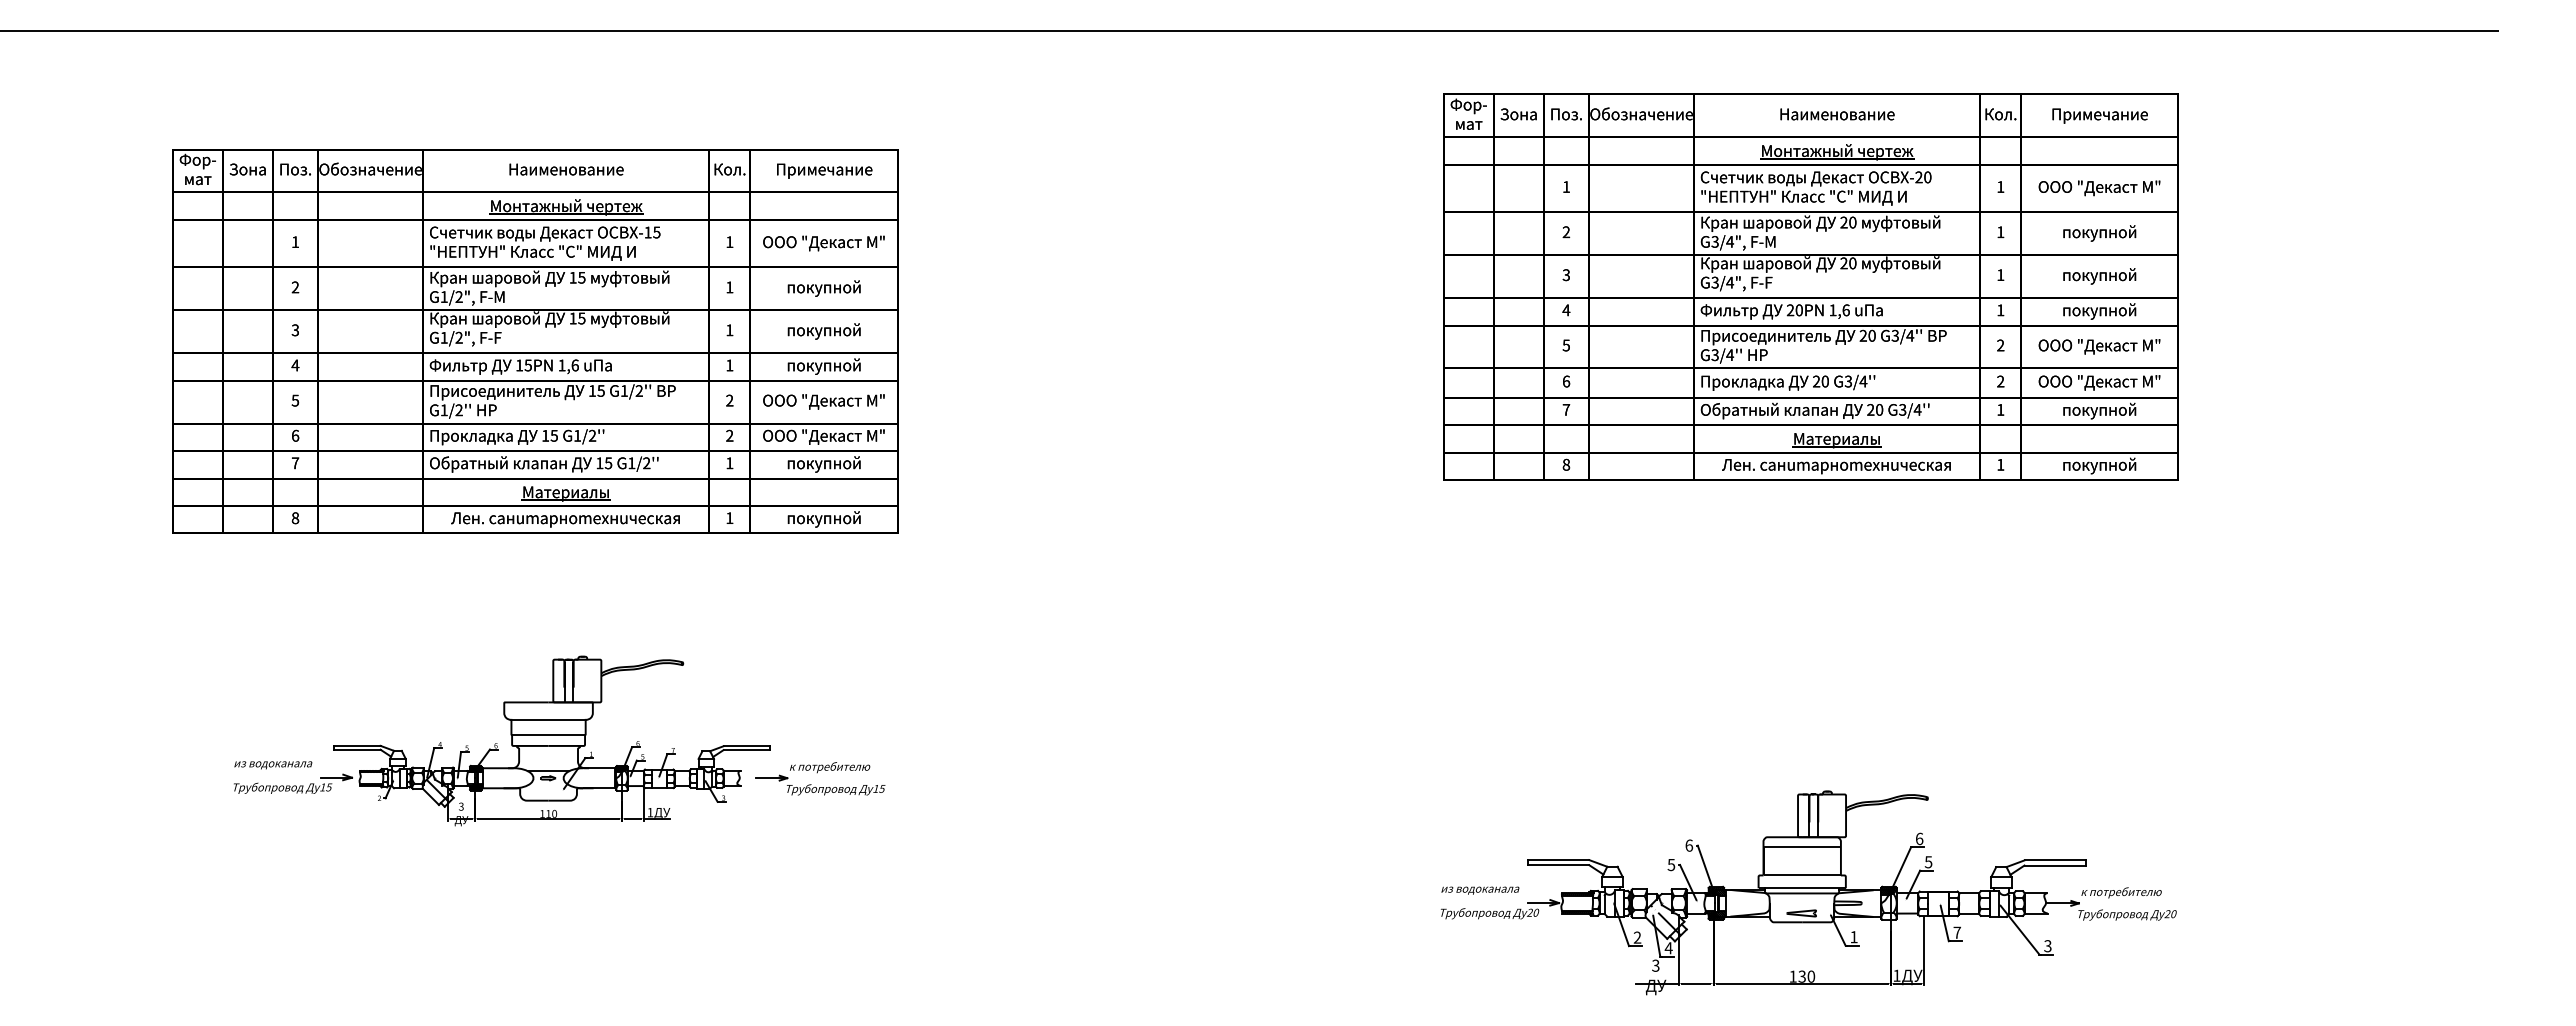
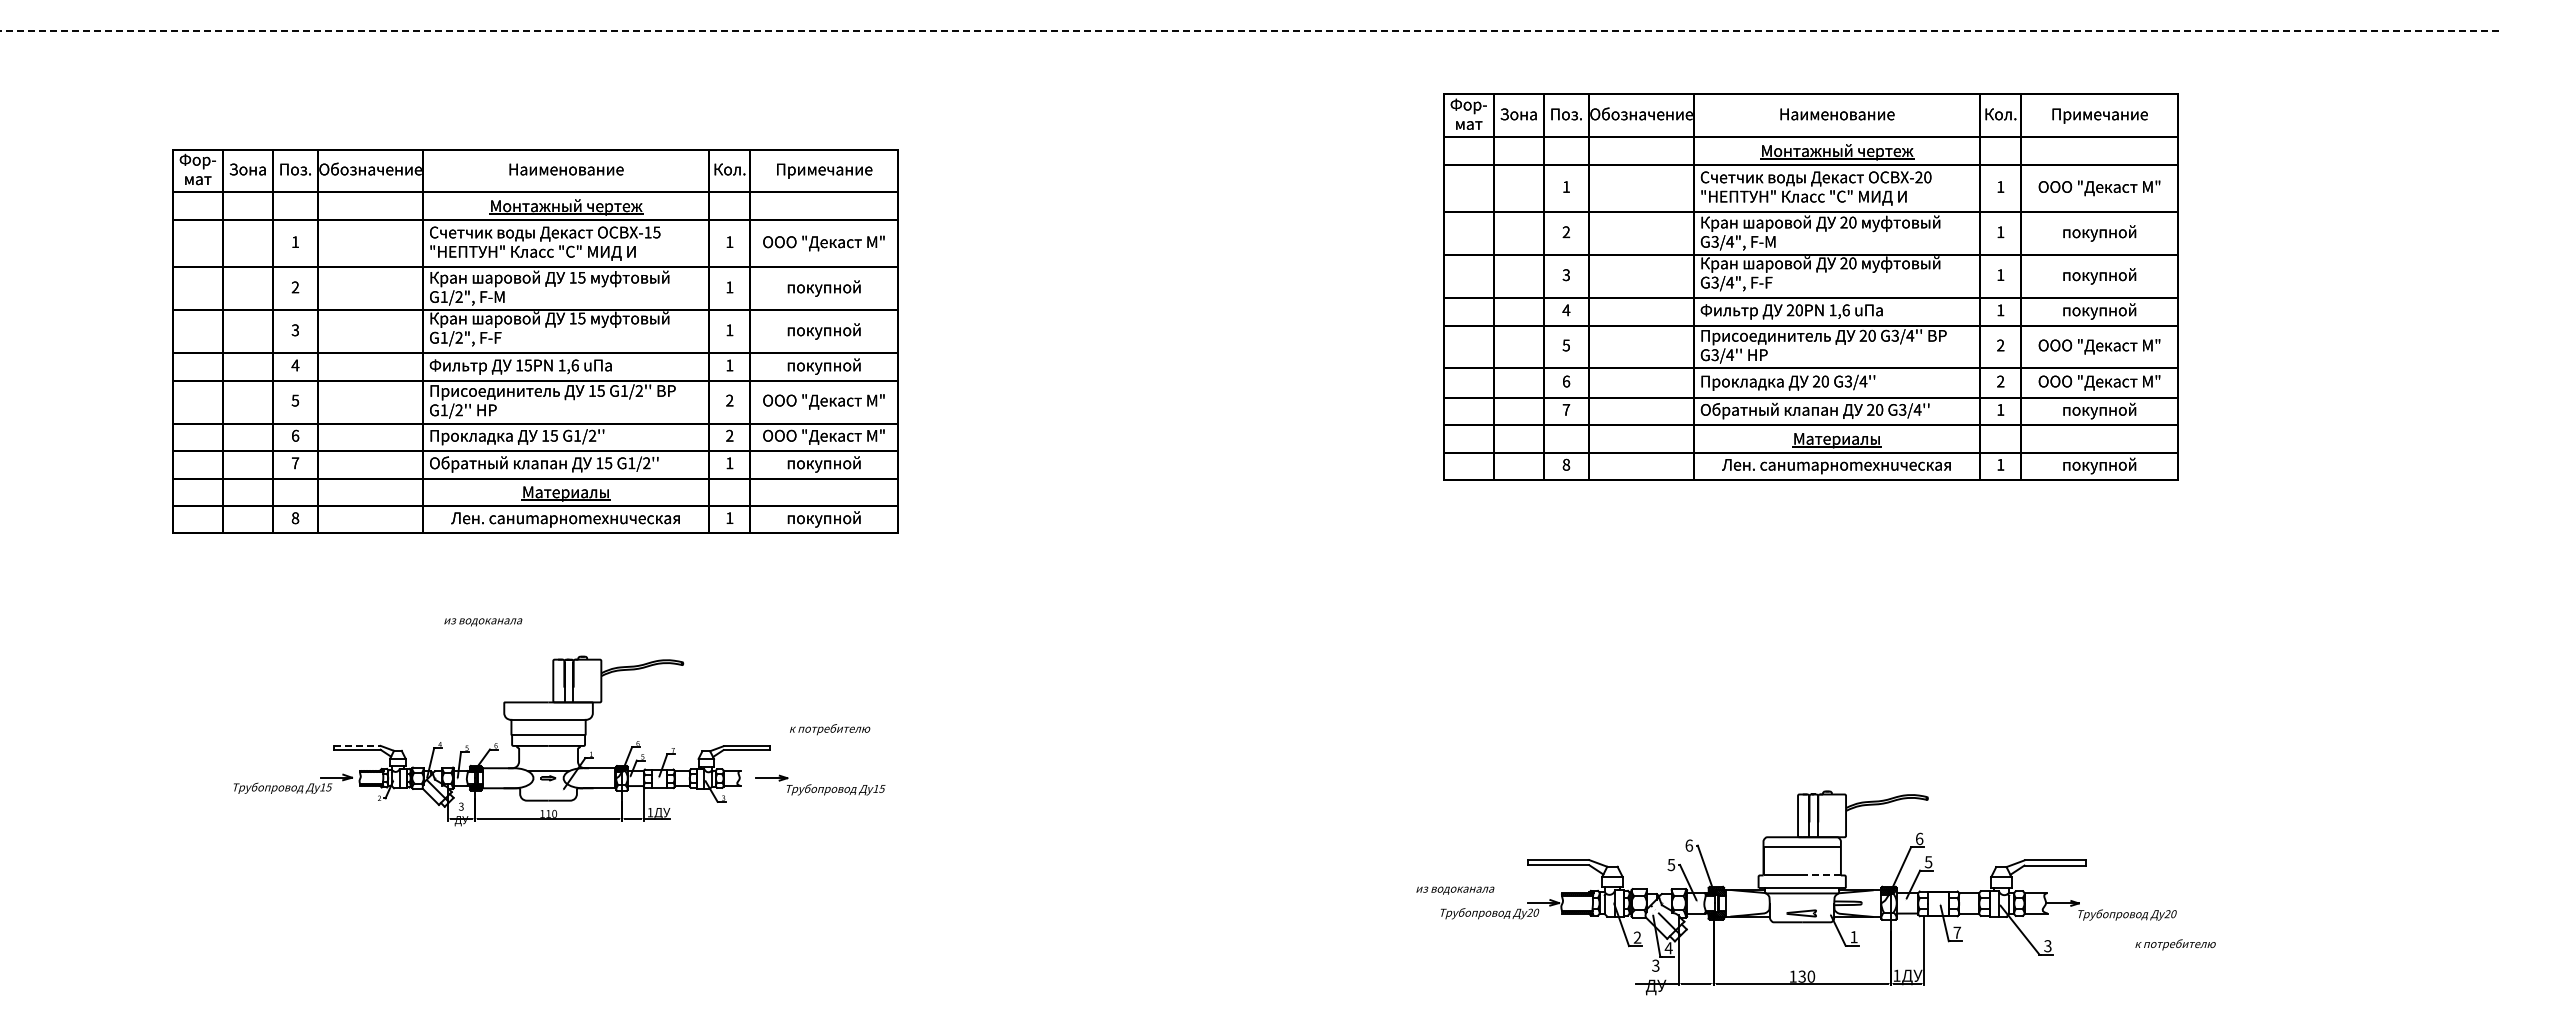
line at (1249, 30): solid -> dashed
line at (357, 745): solid -> dashed
text at (273, 765) position: (273, 765) -> (483, 622)
text at (830, 767) position: (830, 767) -> (830, 729)
line at (1821, 875): solid -> dashed
text at (1480, 890) position: (1480, 890) -> (1455, 890)
text at (2121, 892) position: (2121, 892) -> (2175, 944)
